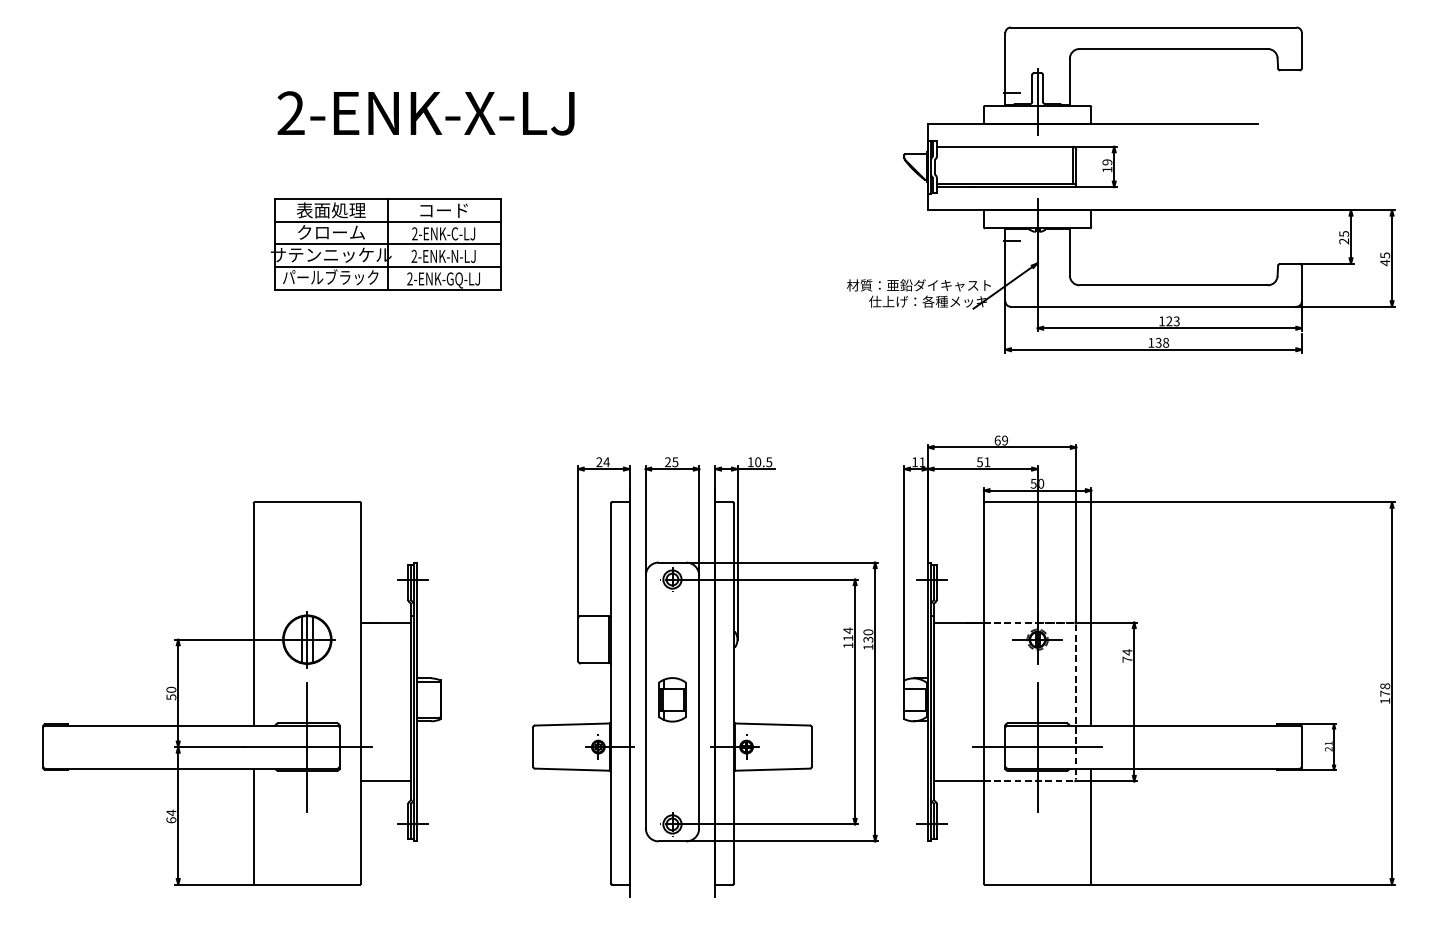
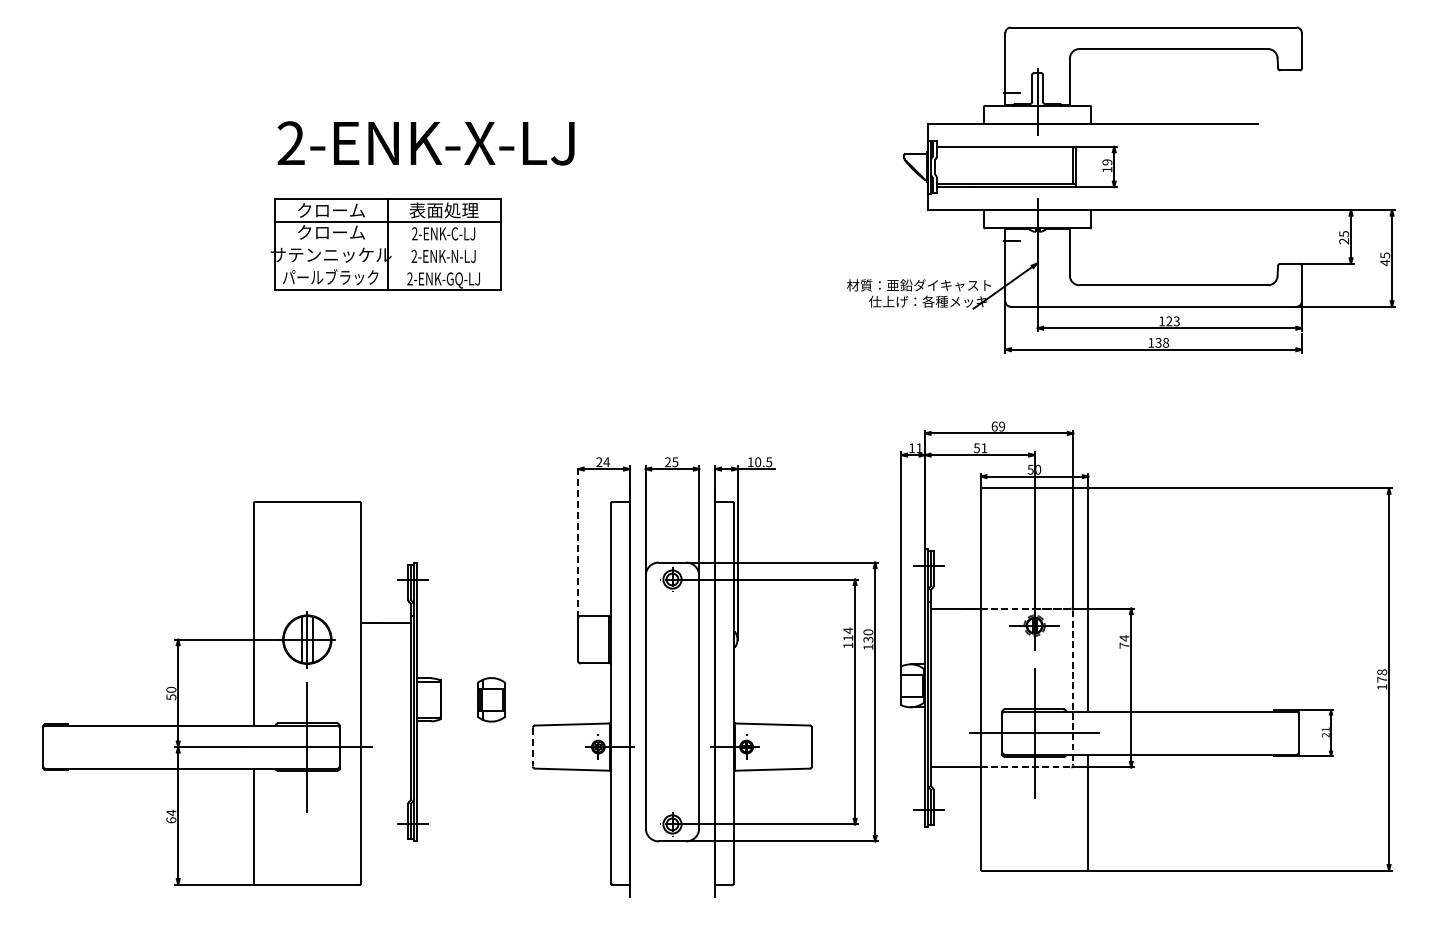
text at (425, 113) position: (425, 113) -> (425, 143)
text at (330, 210): 表面処理 -> クローム
text at (443, 210): コード -> 表面処理
line at (387, 244): present -> none
line at (387, 267): present -> none
line at (578, 542): solid -> dashed
part at (1149, 660) position: (1149, 660) -> (1146, 646)
part at (672, 699) position: (672, 699) -> (491, 699)
line at (532, 747): solid -> dashed
line at (386, 781): present -> none
